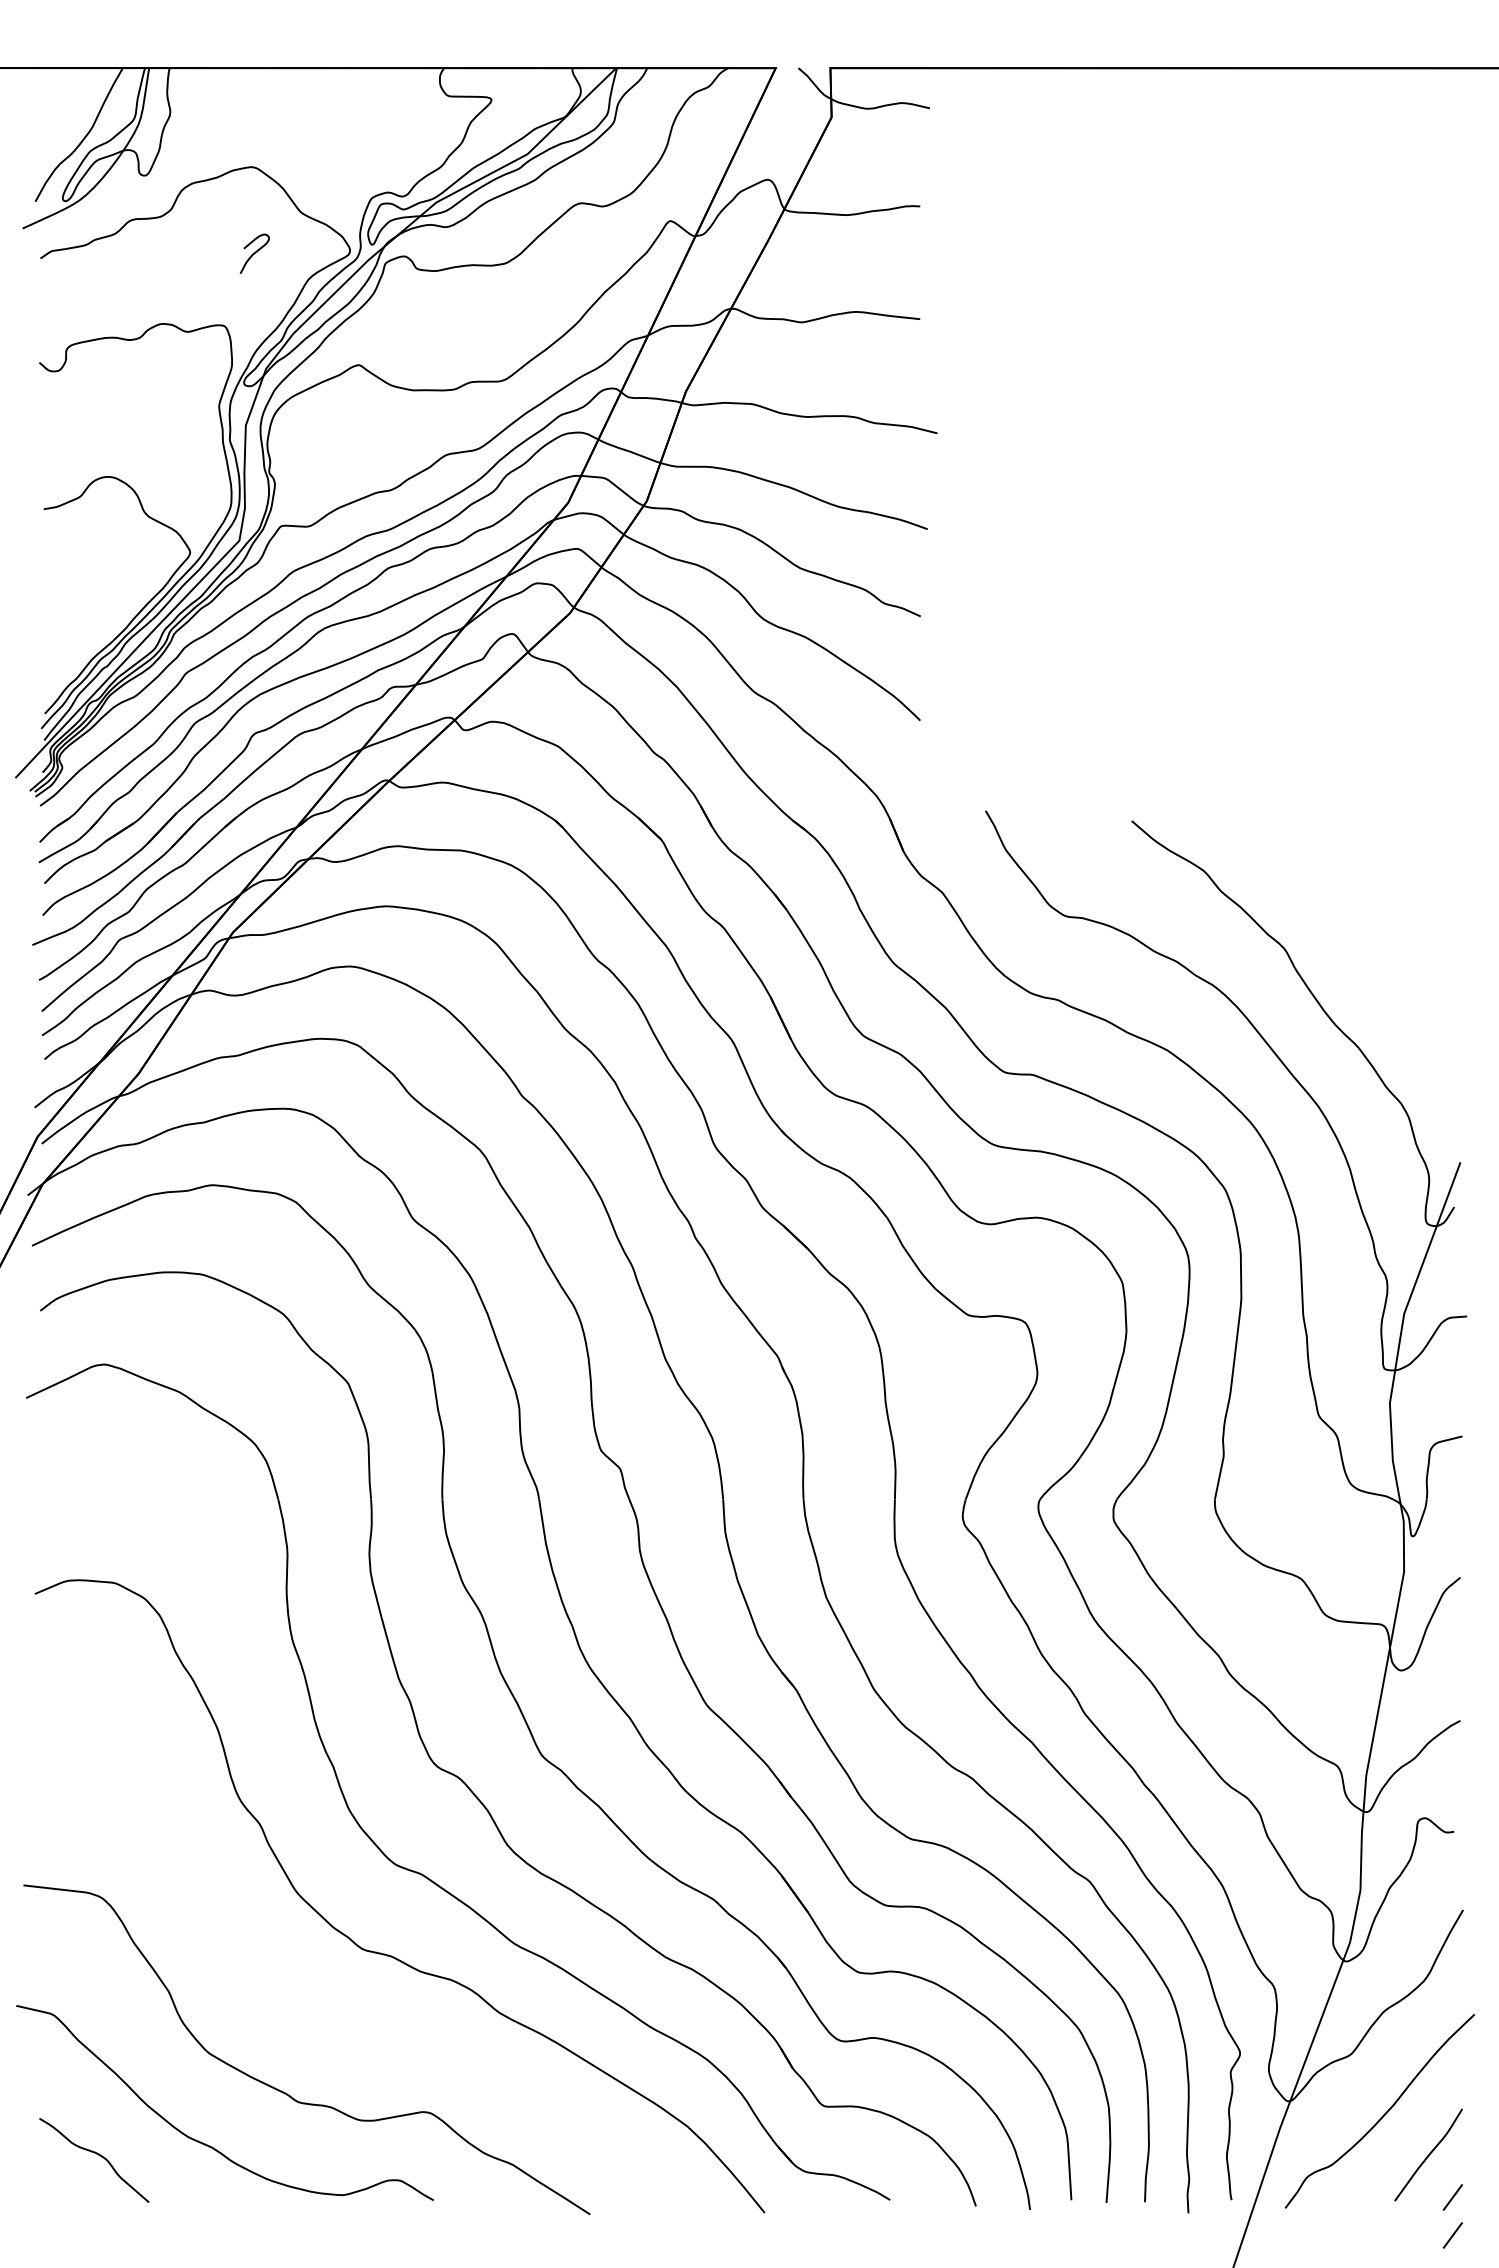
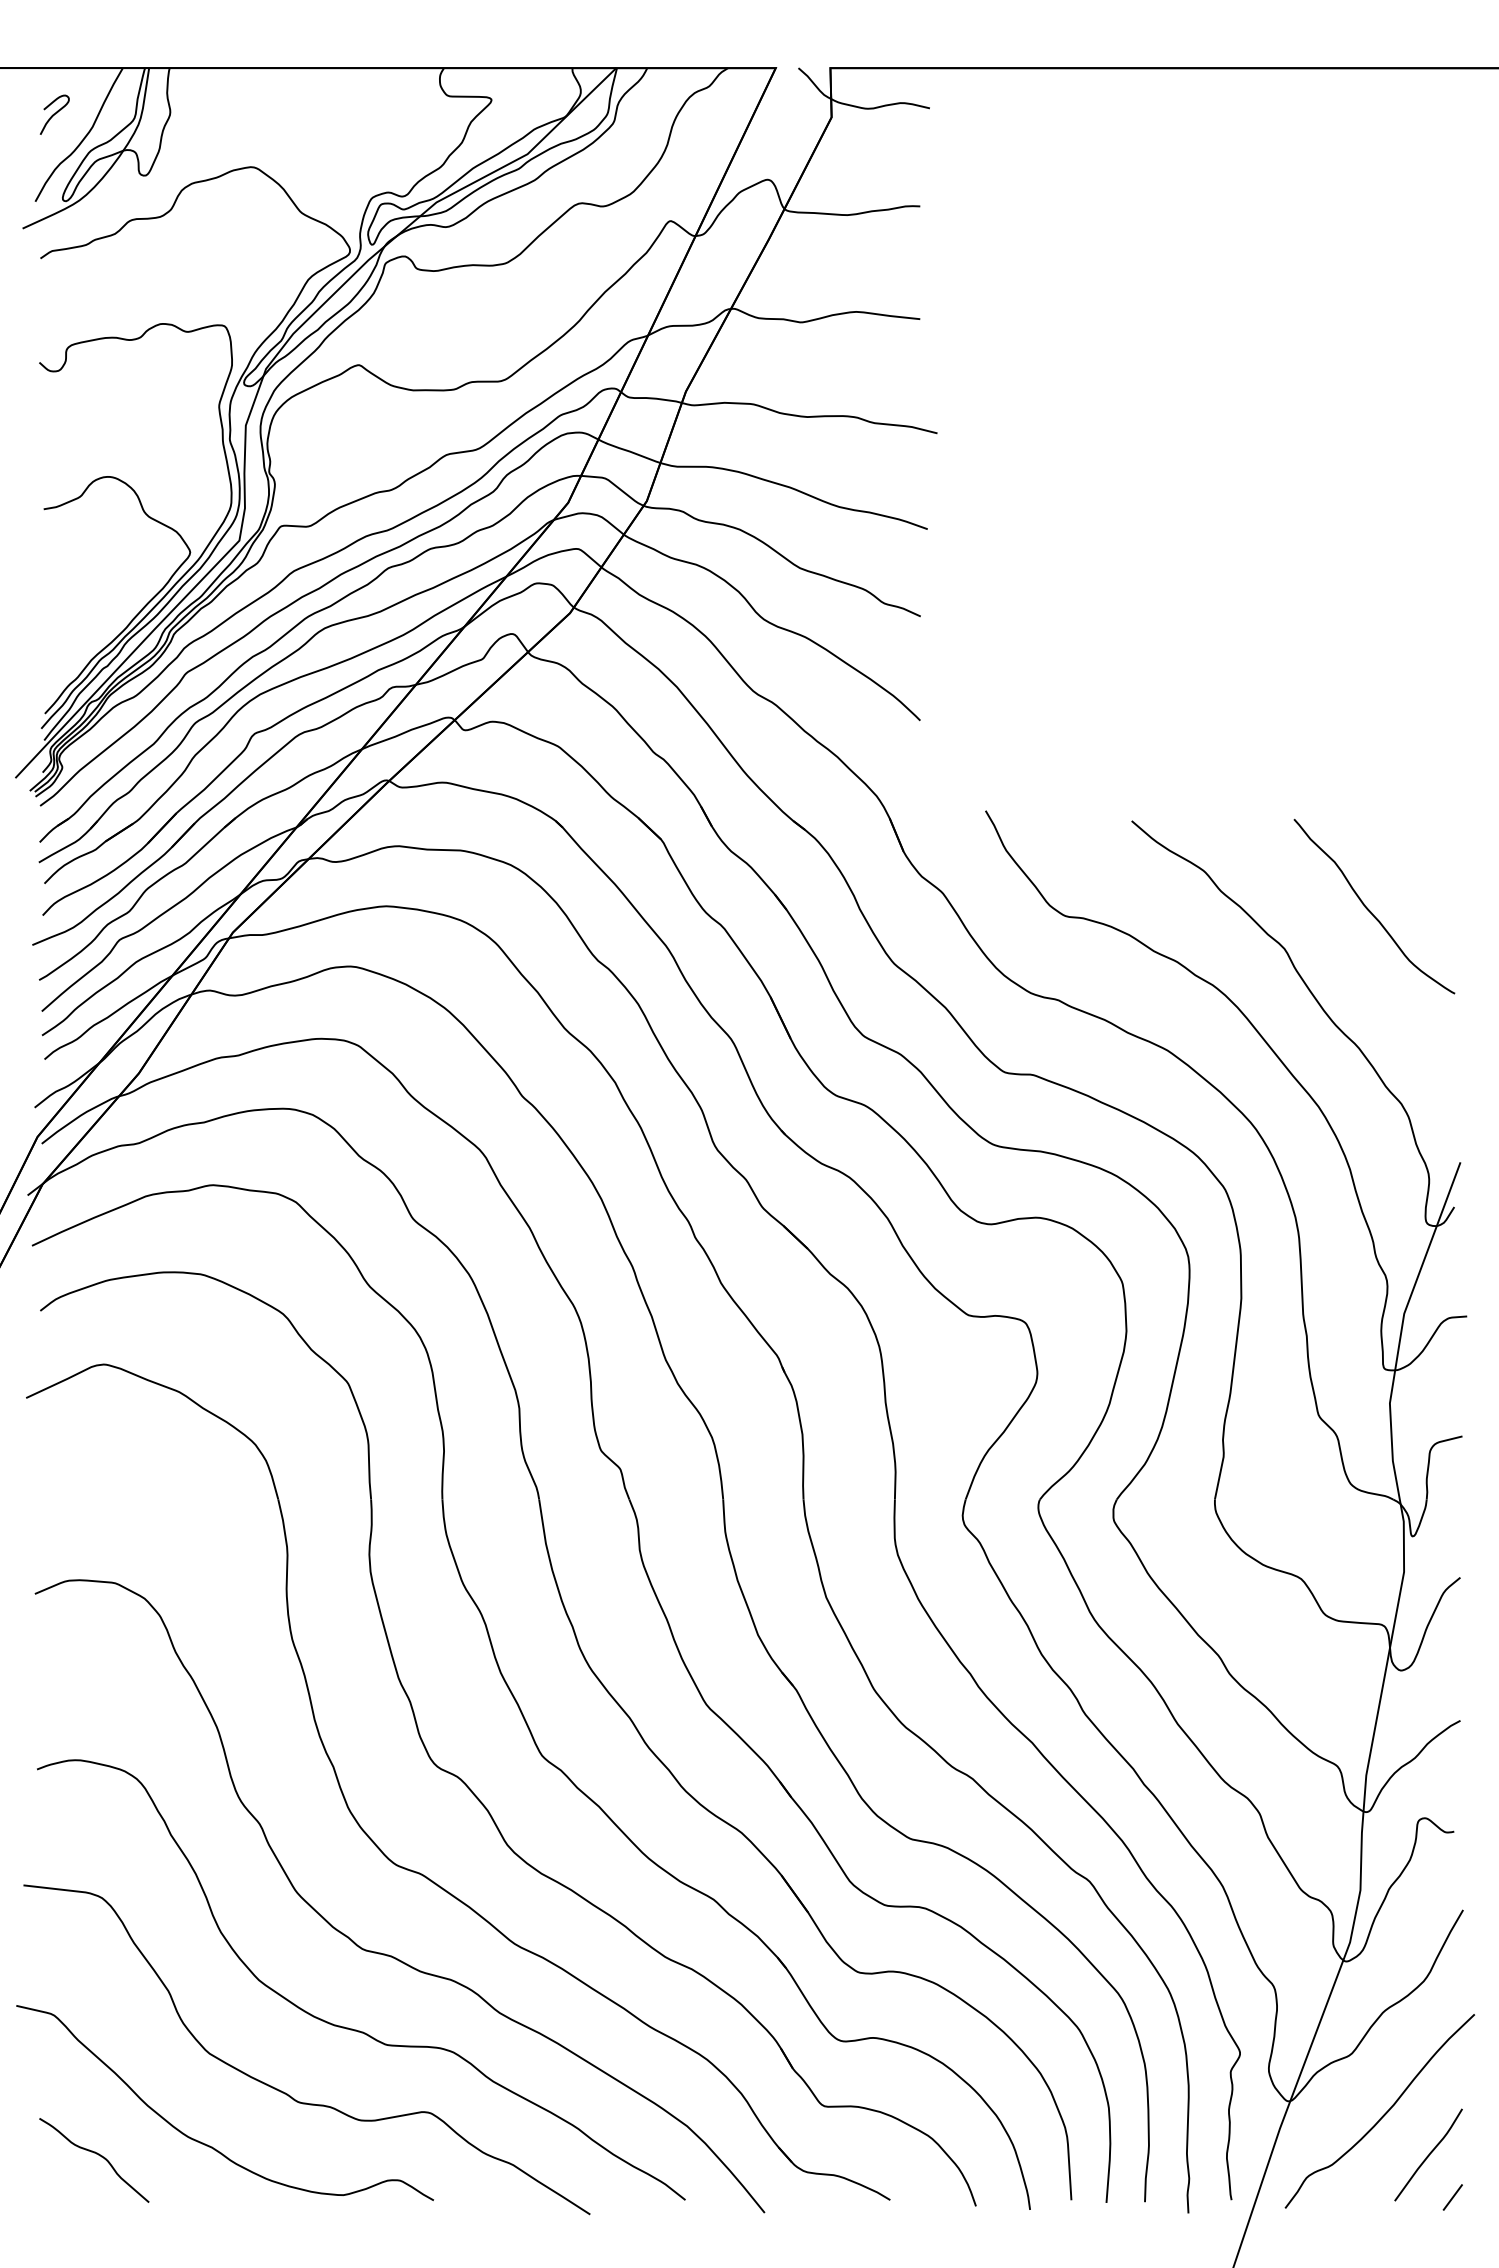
curve at (254, 253) position: (254, 253) -> (54, 114)
curve at (1370, 910): none -> present
curve at (348, 2027): none -> present
line at (1452, 2235): present -> none
